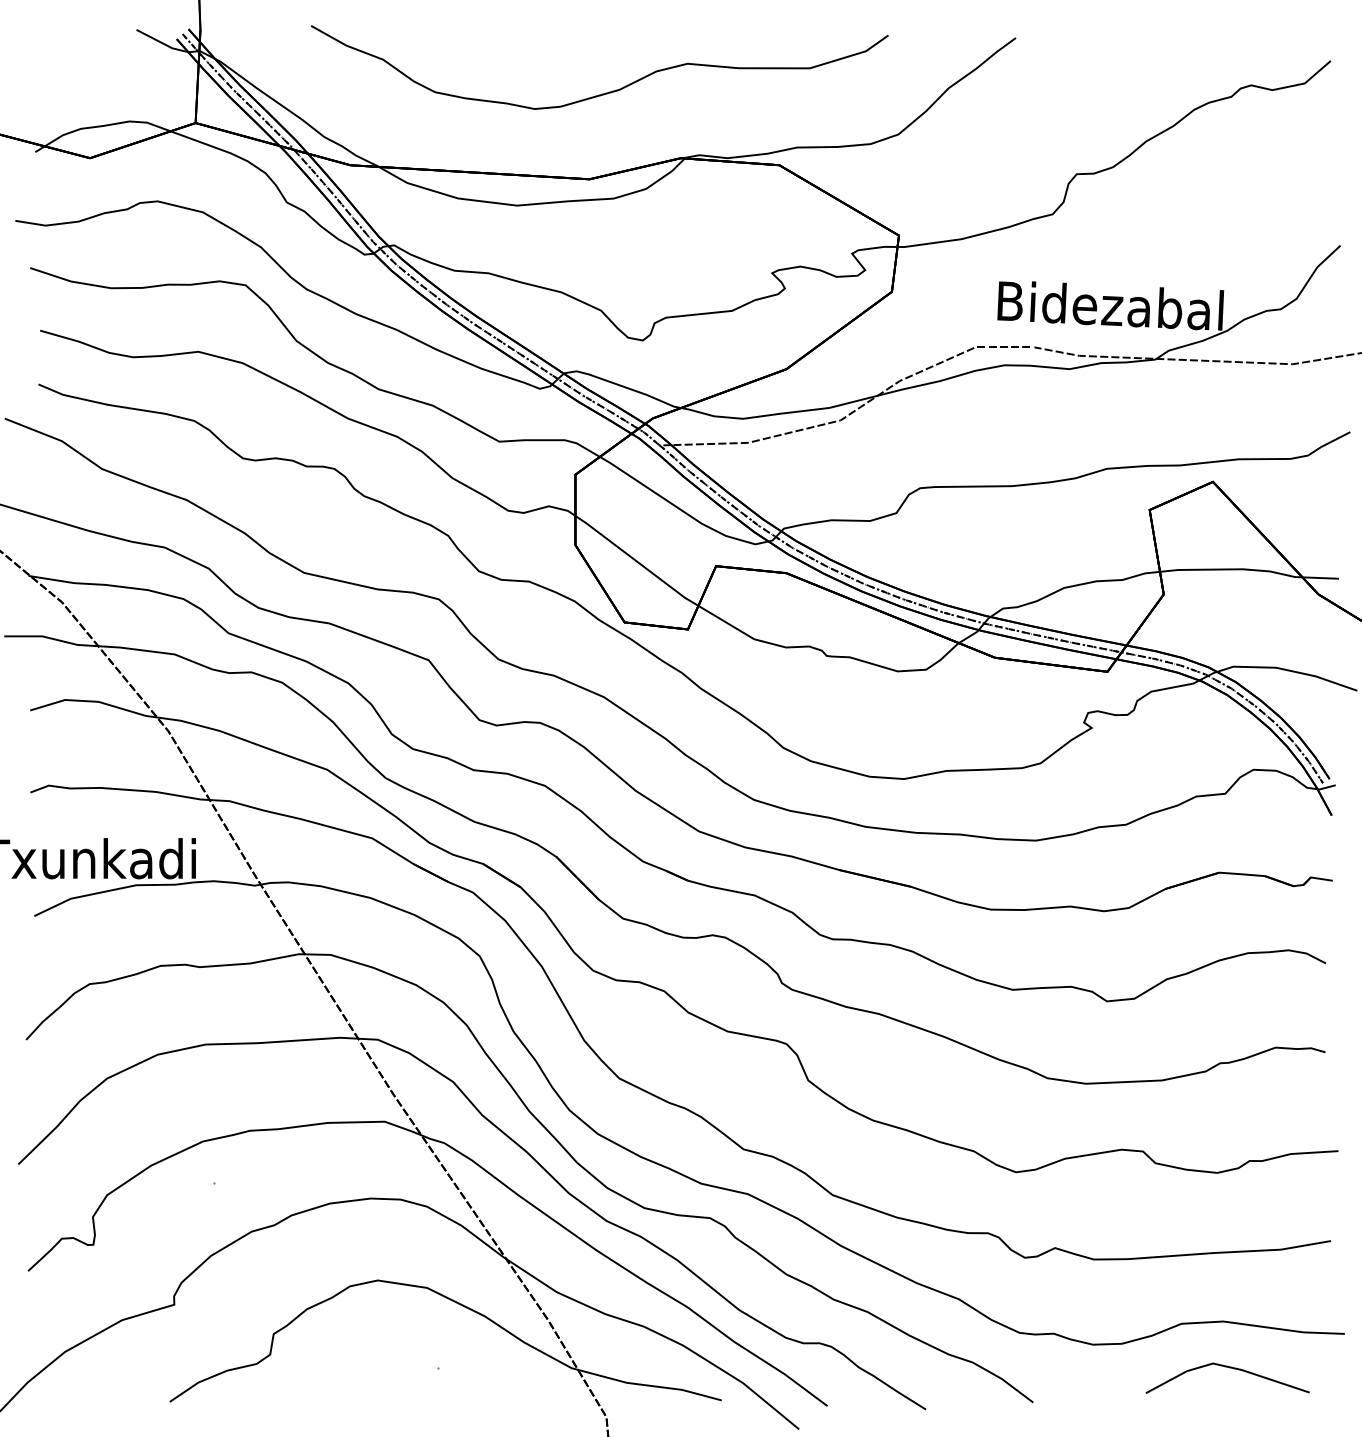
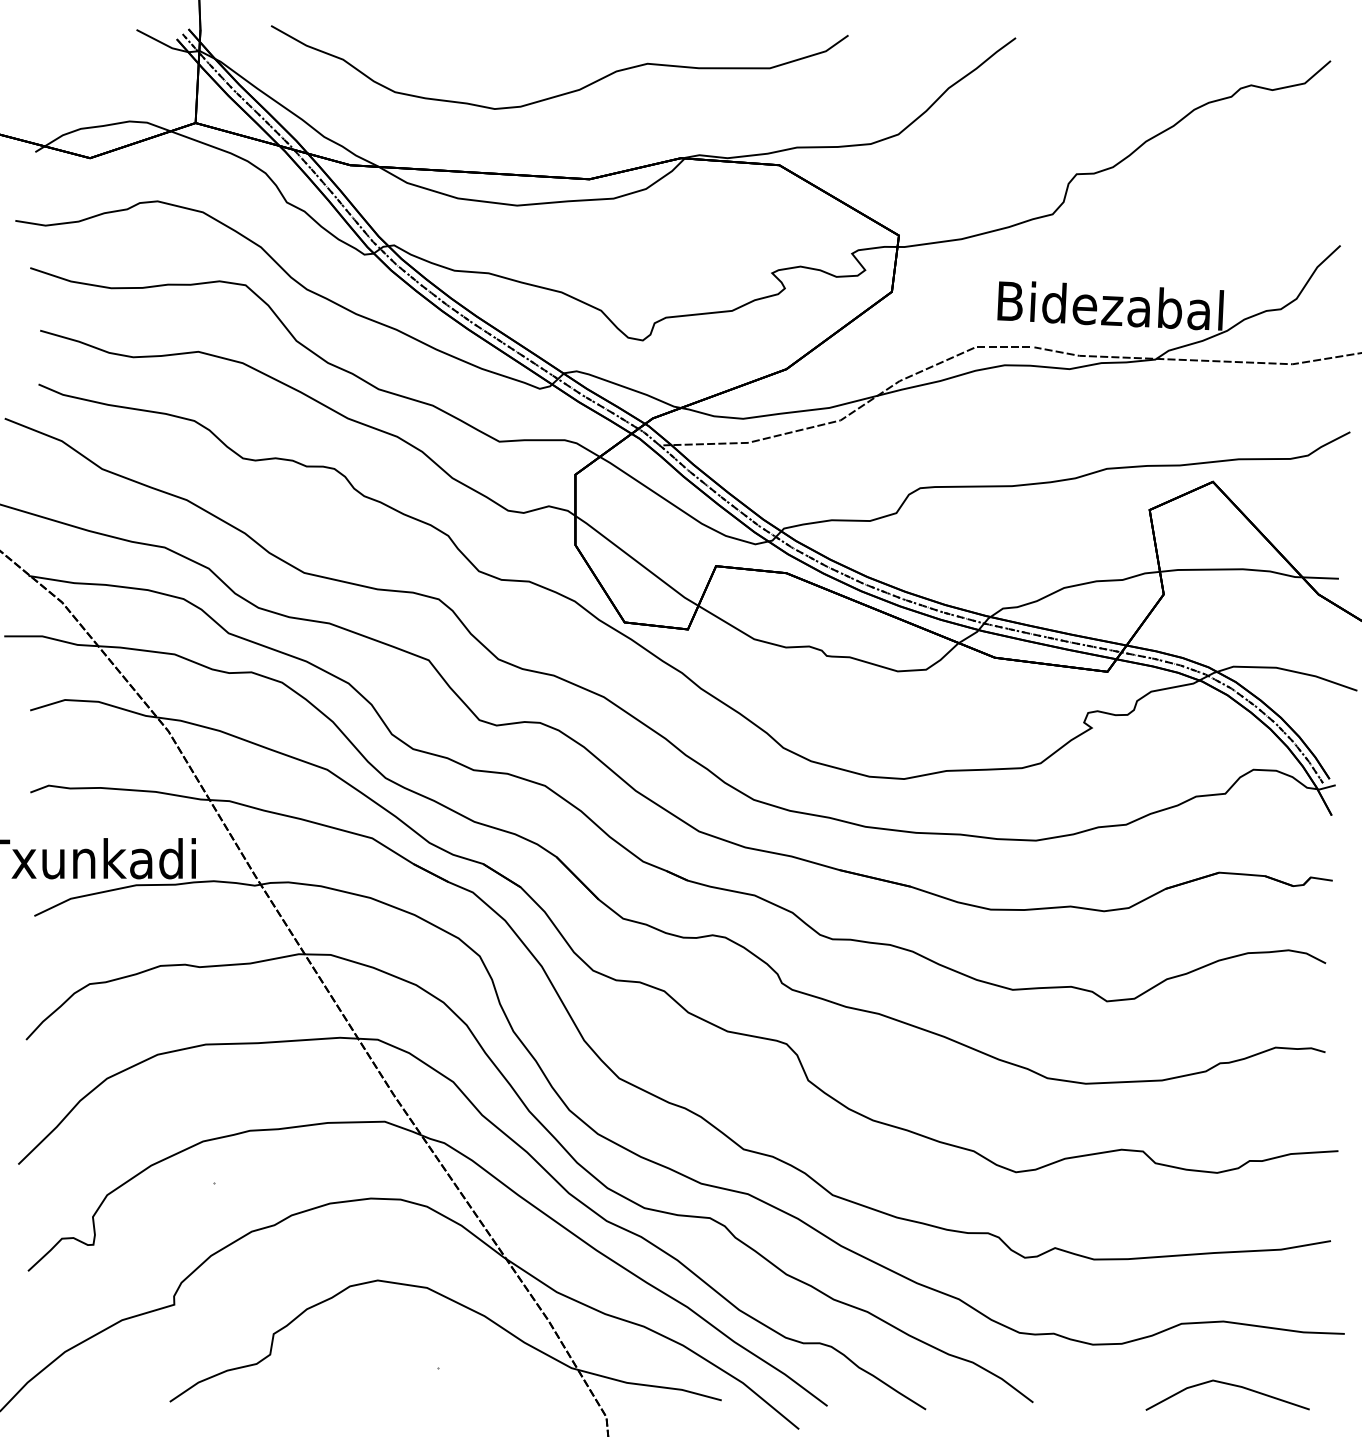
curve at (605, 92) position: (605, 92) -> (565, 92)
line at (1229, 1368) position: (1229, 1368) -> (1229, 1385)
